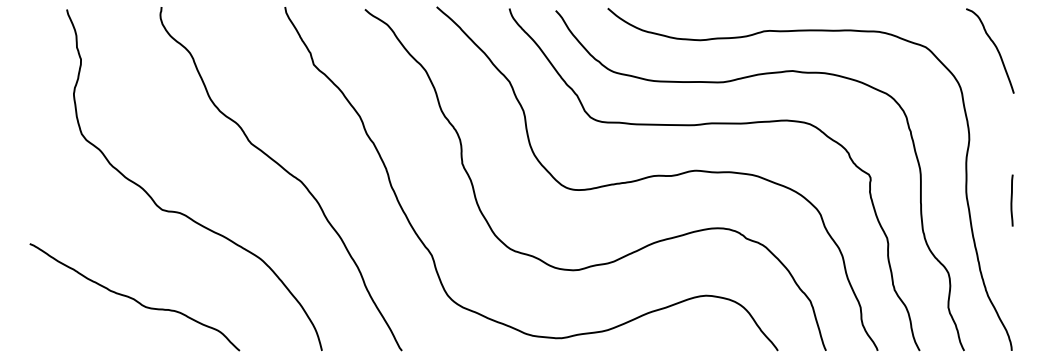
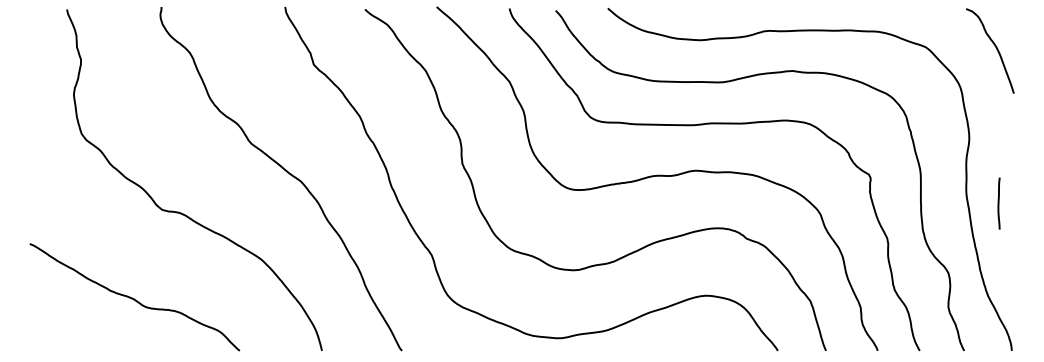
line at (1011, 200) position: (1011, 200) -> (998, 203)
